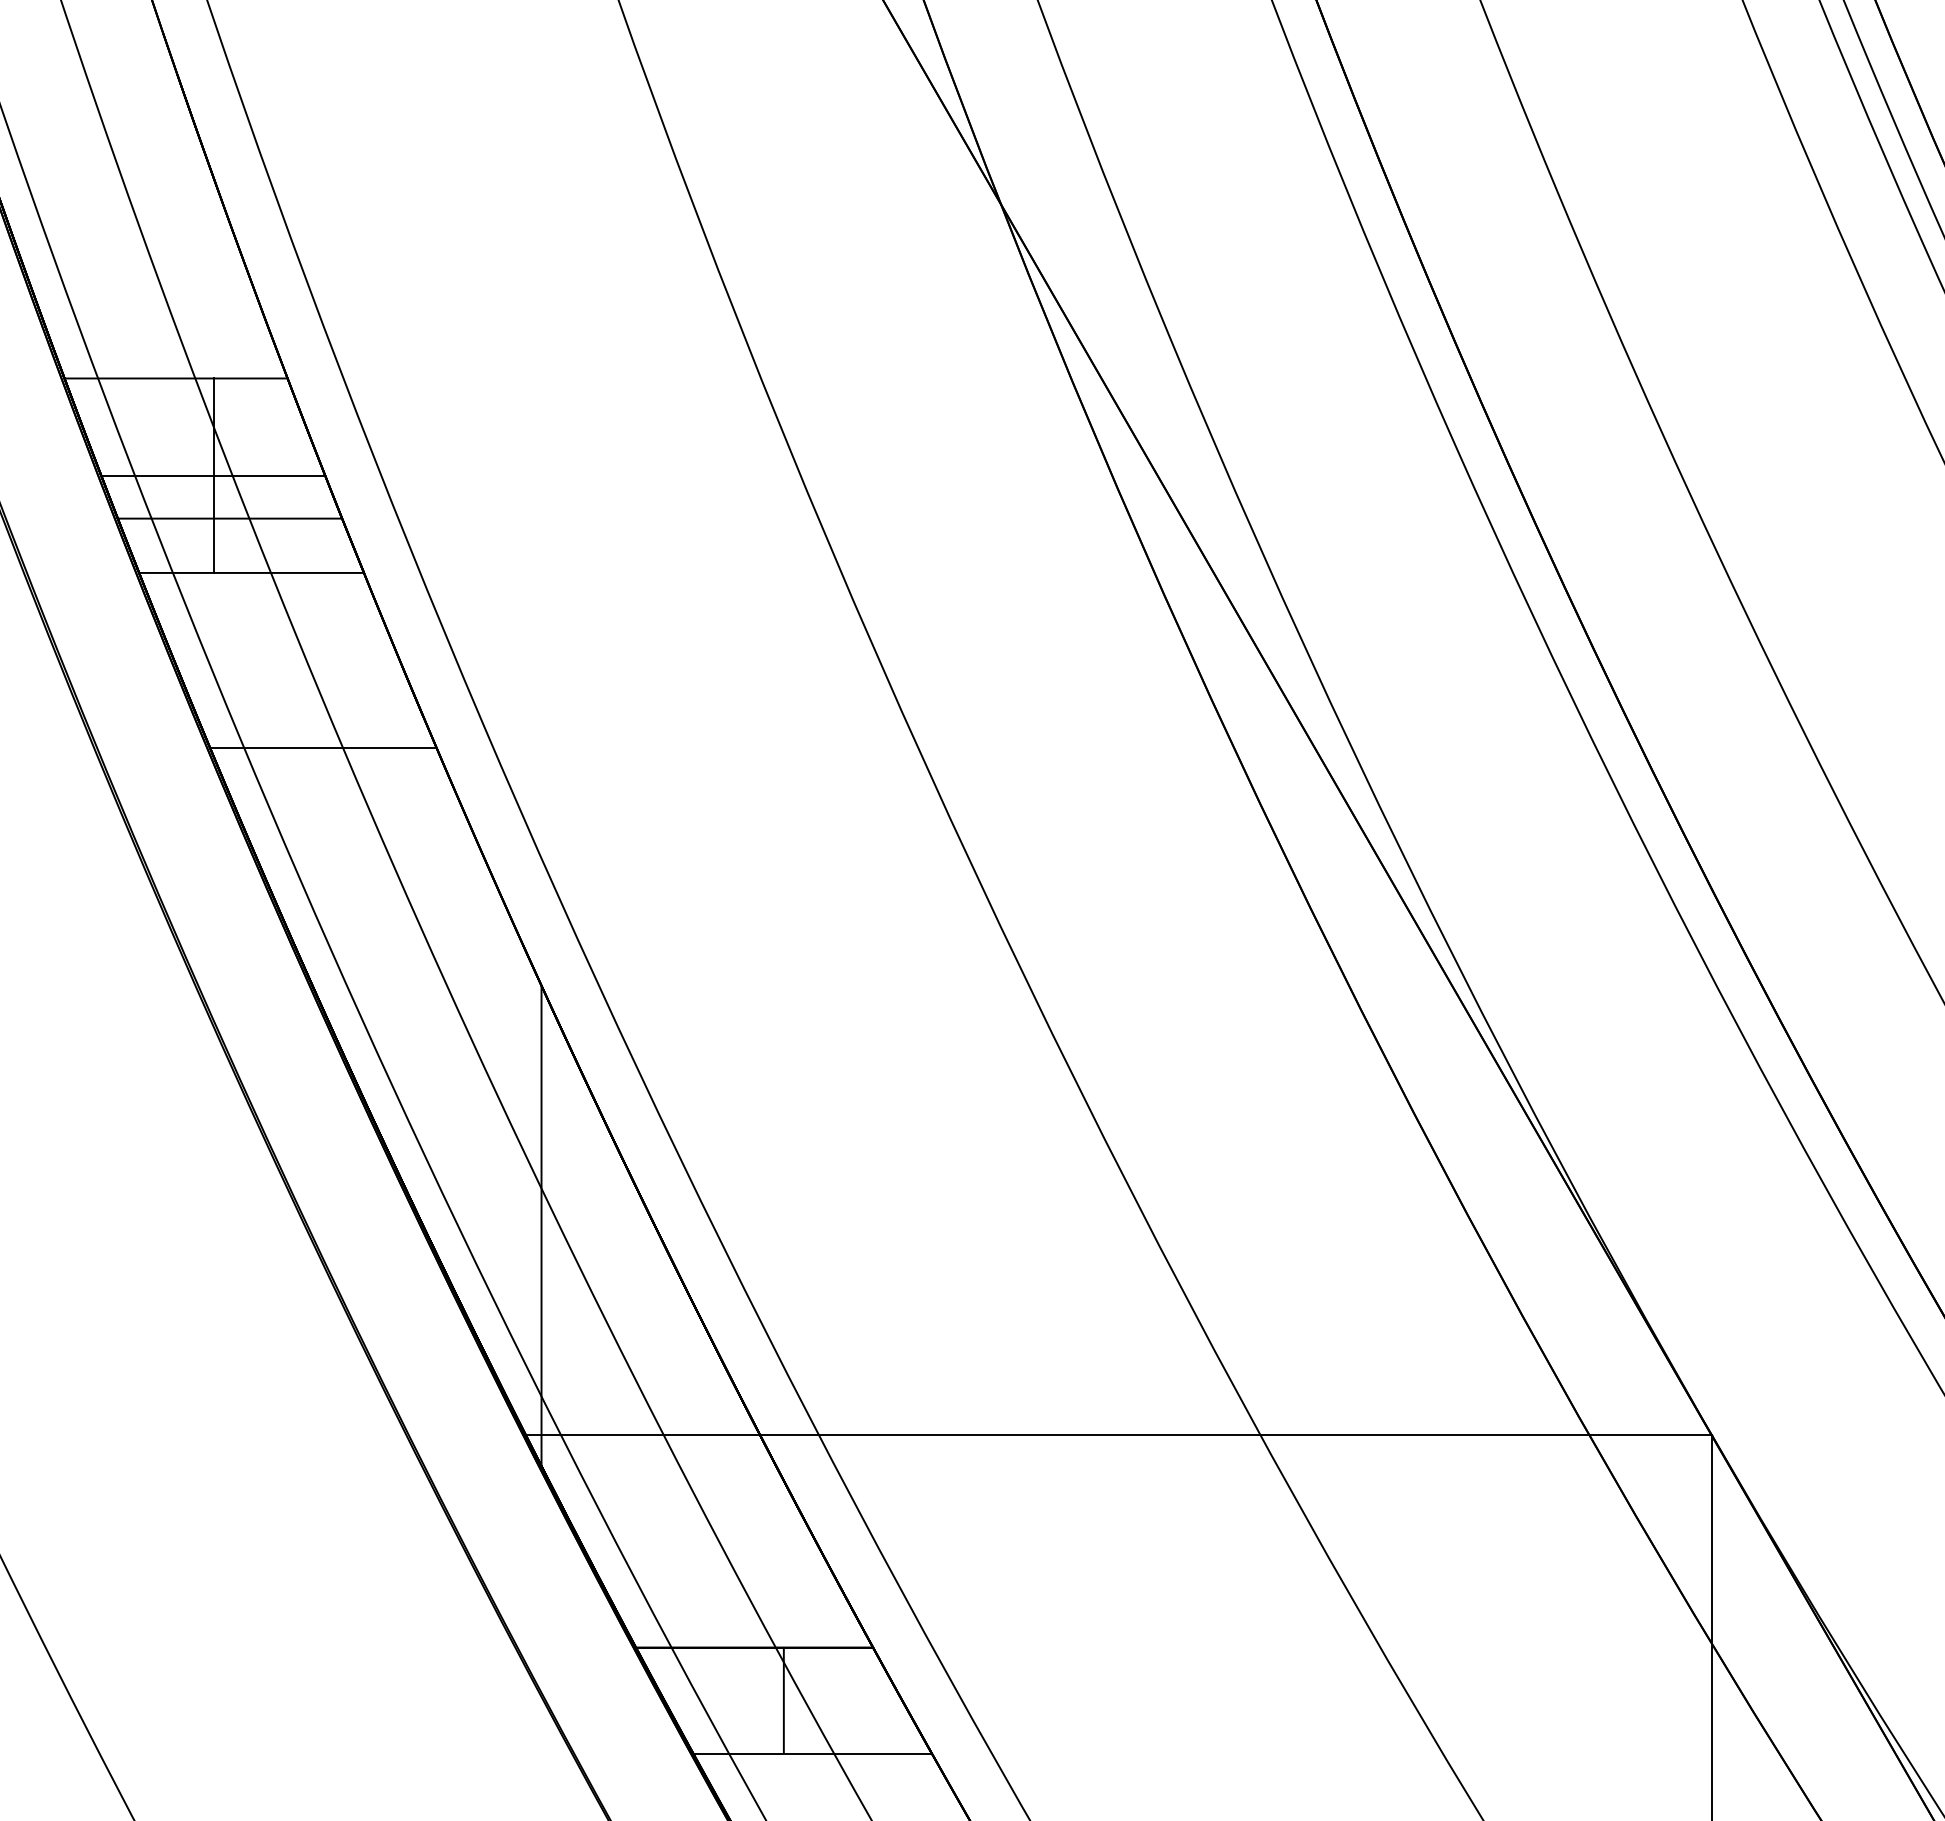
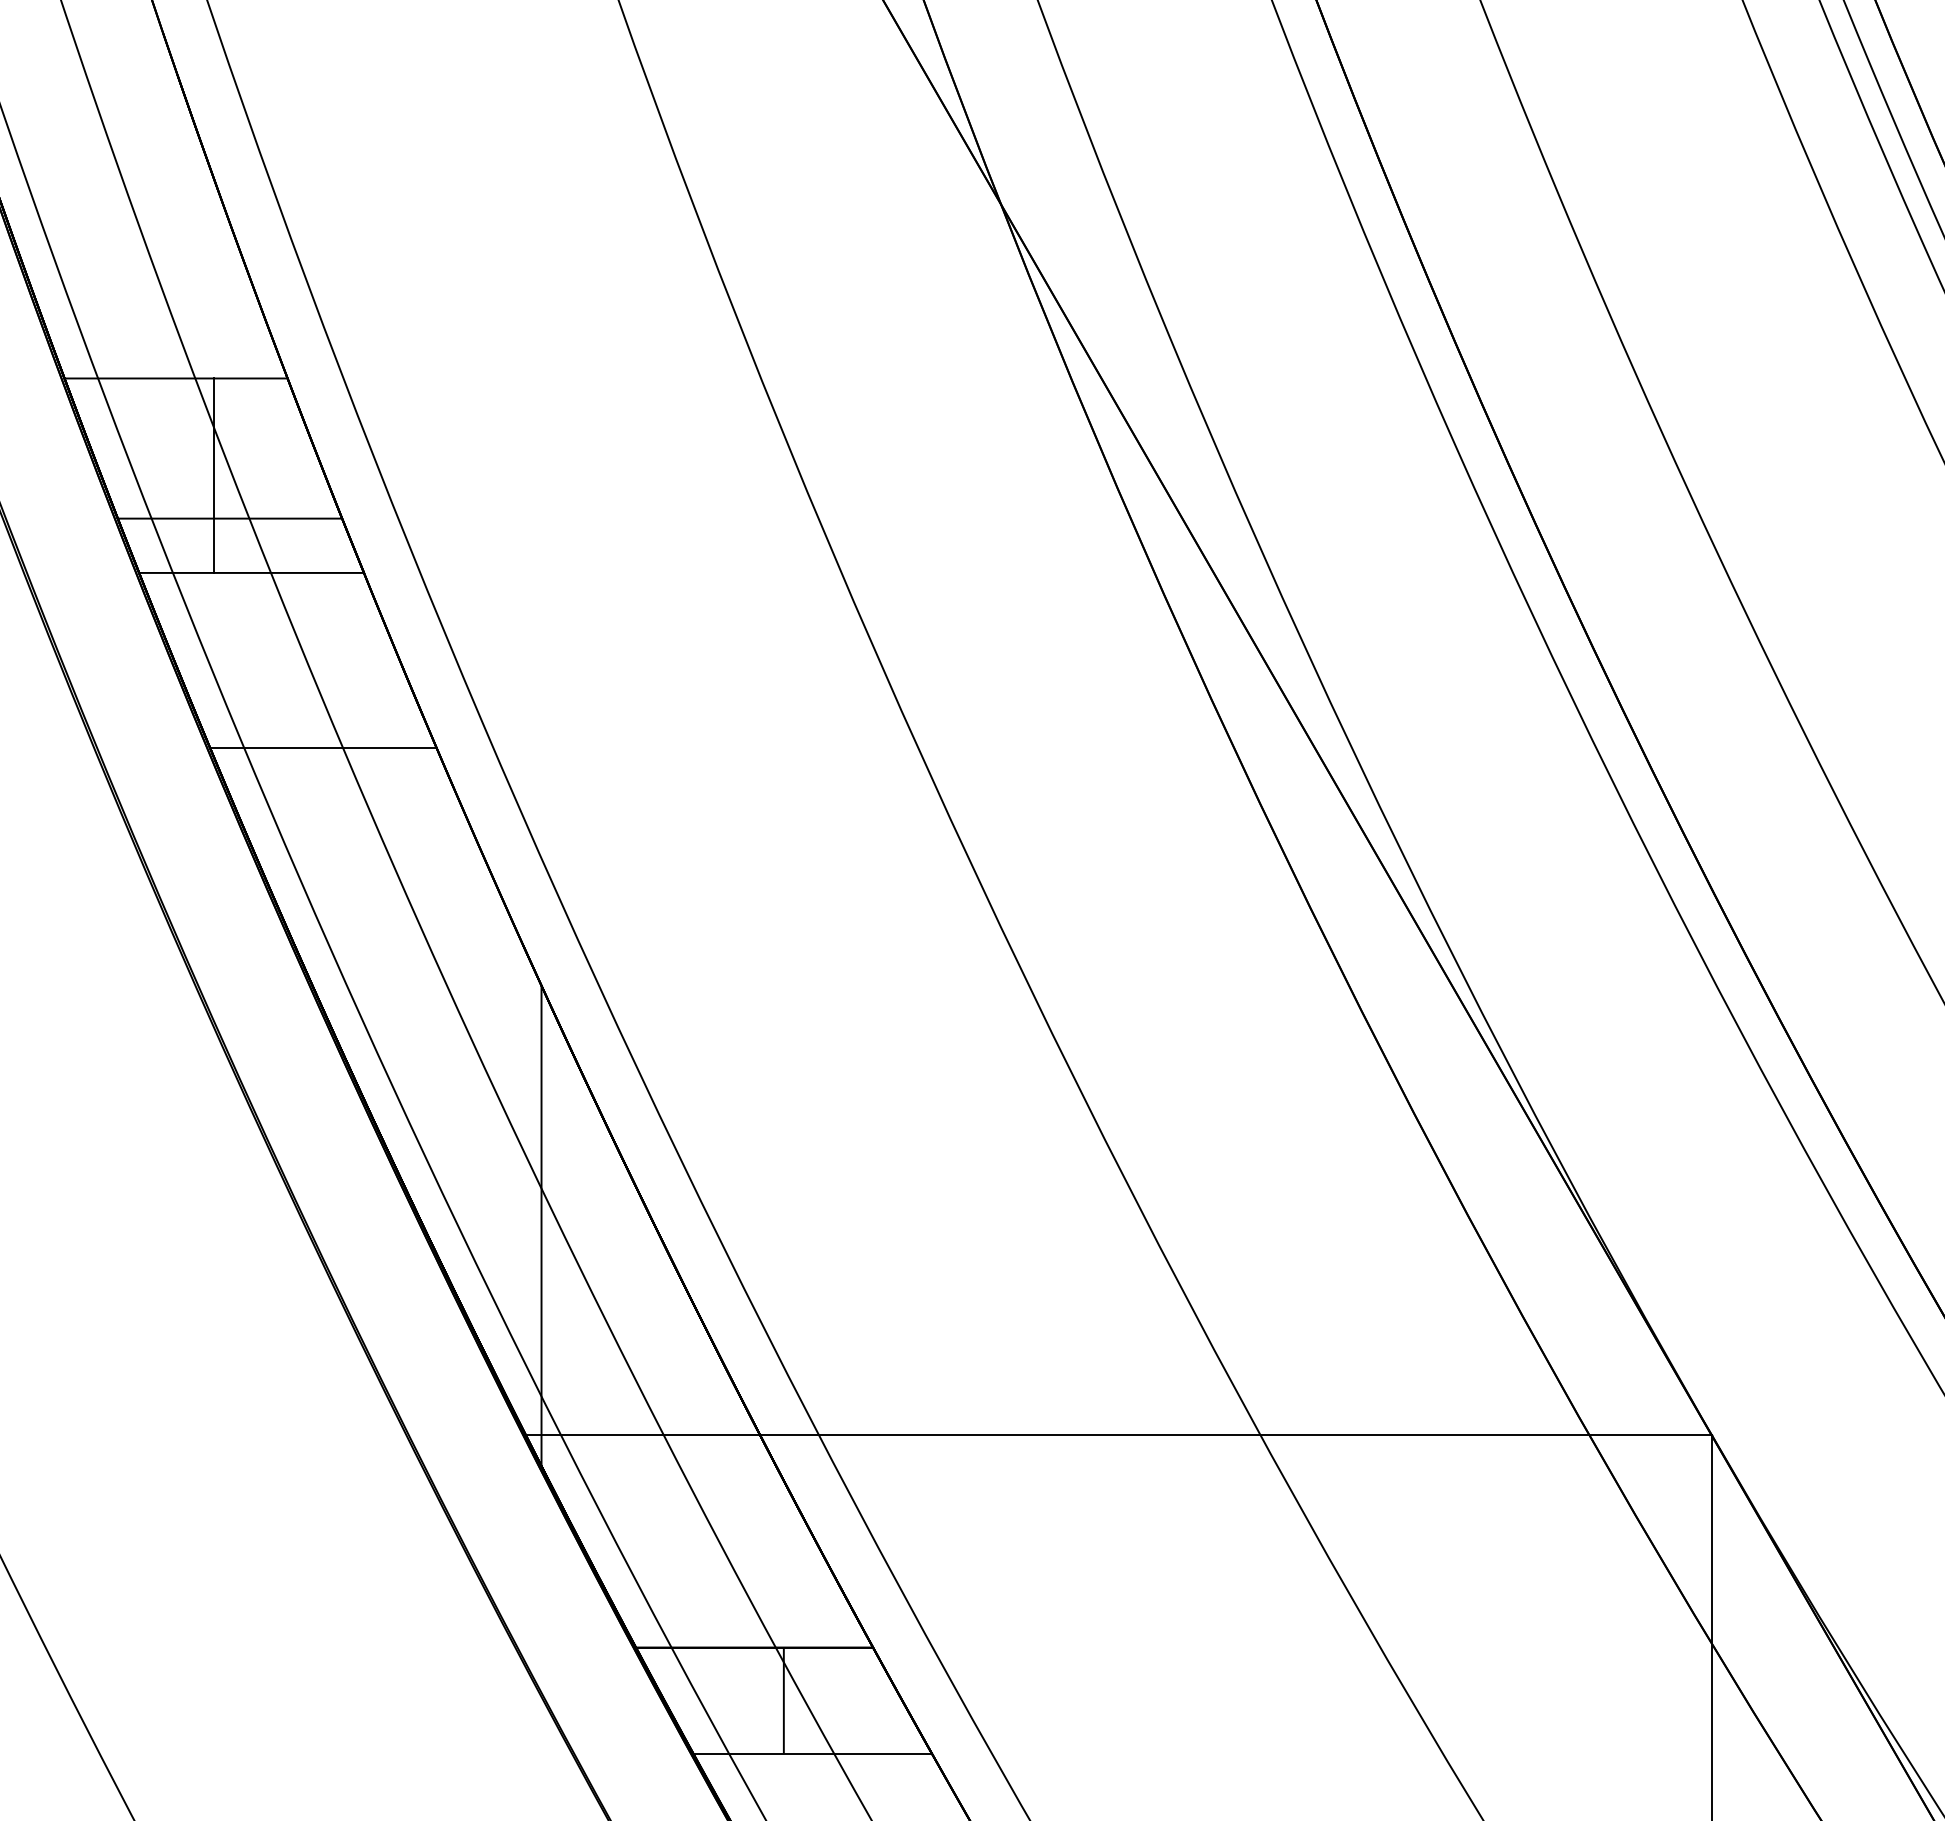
line at (213, 475): present -> none
